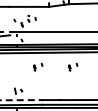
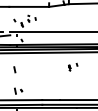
part at (38, 66): present -> none
line at (14, 69): none -> present
line at (21, 100): dashed -> solid
